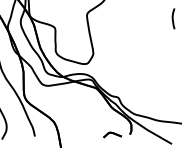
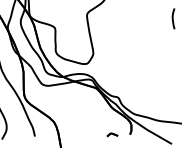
part at (112, 134) size: 19x8 px -> 13x6 px
